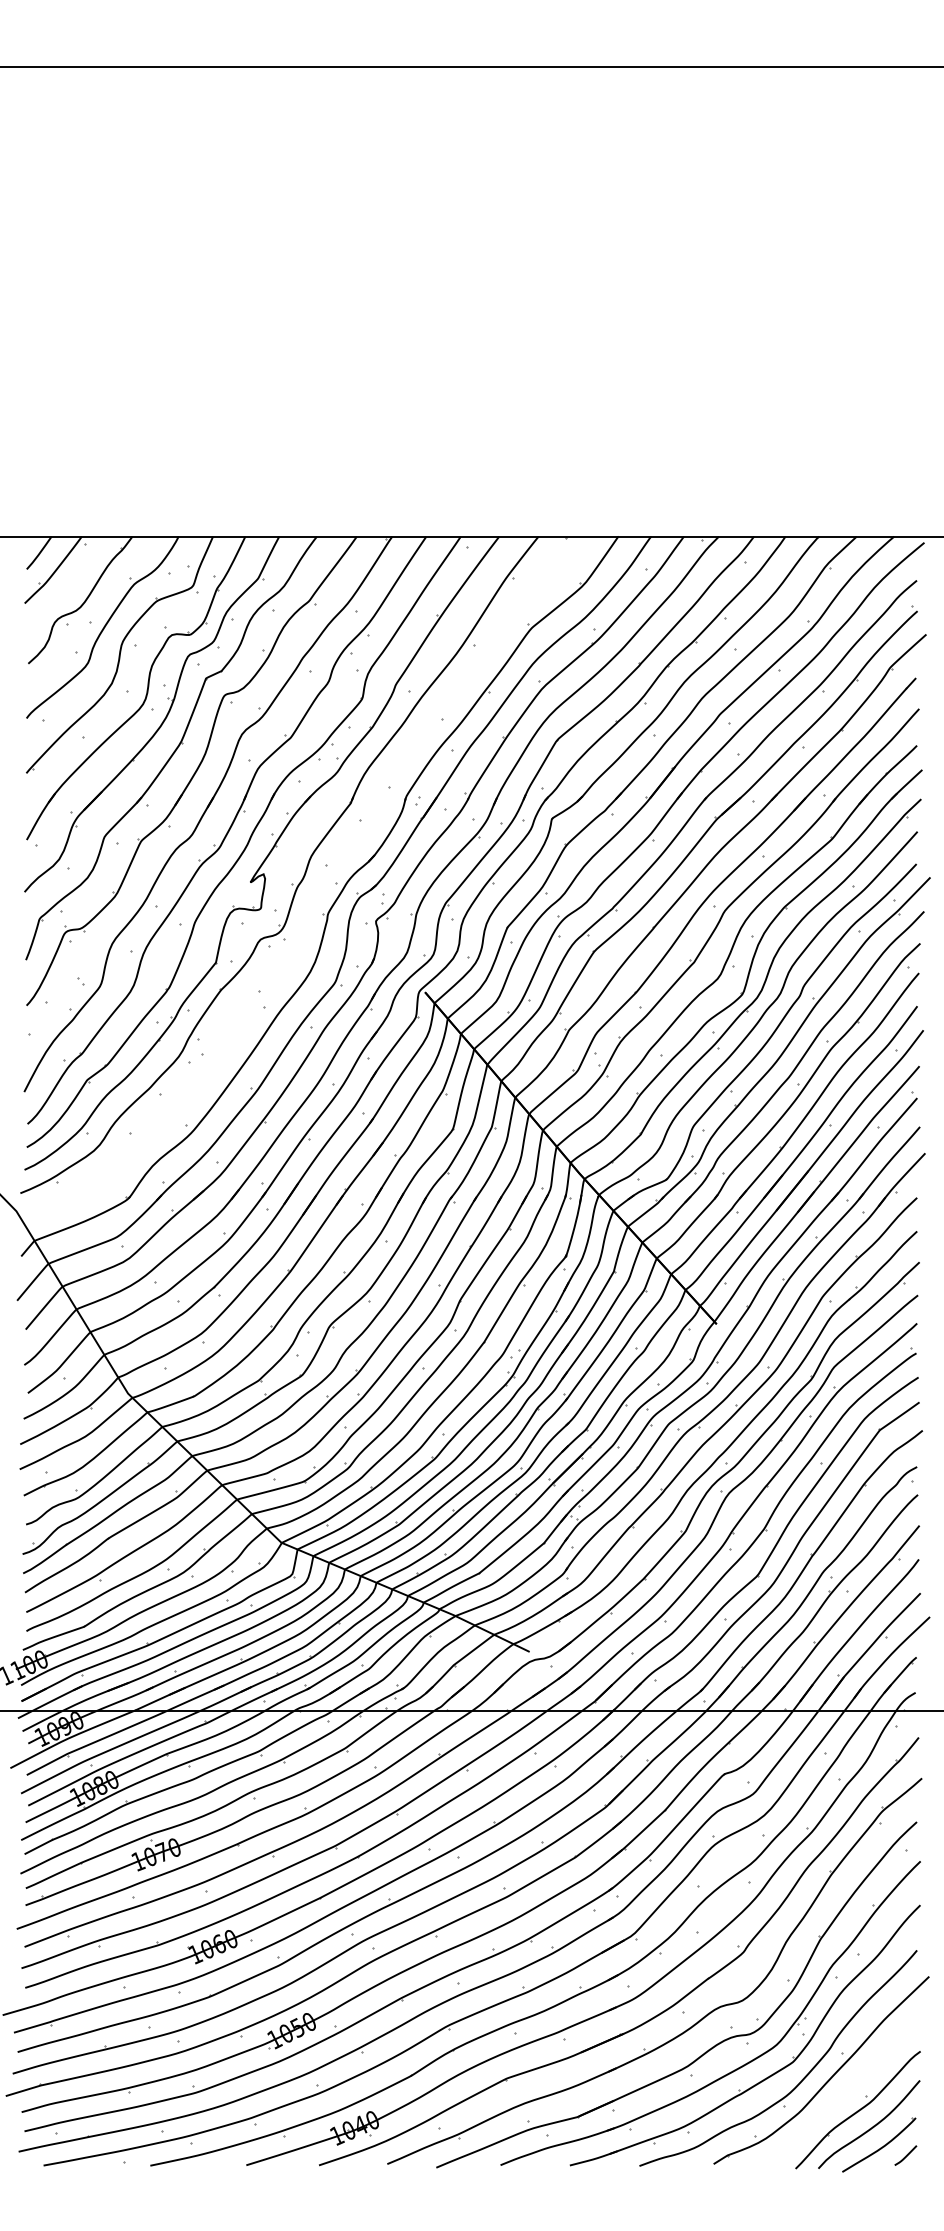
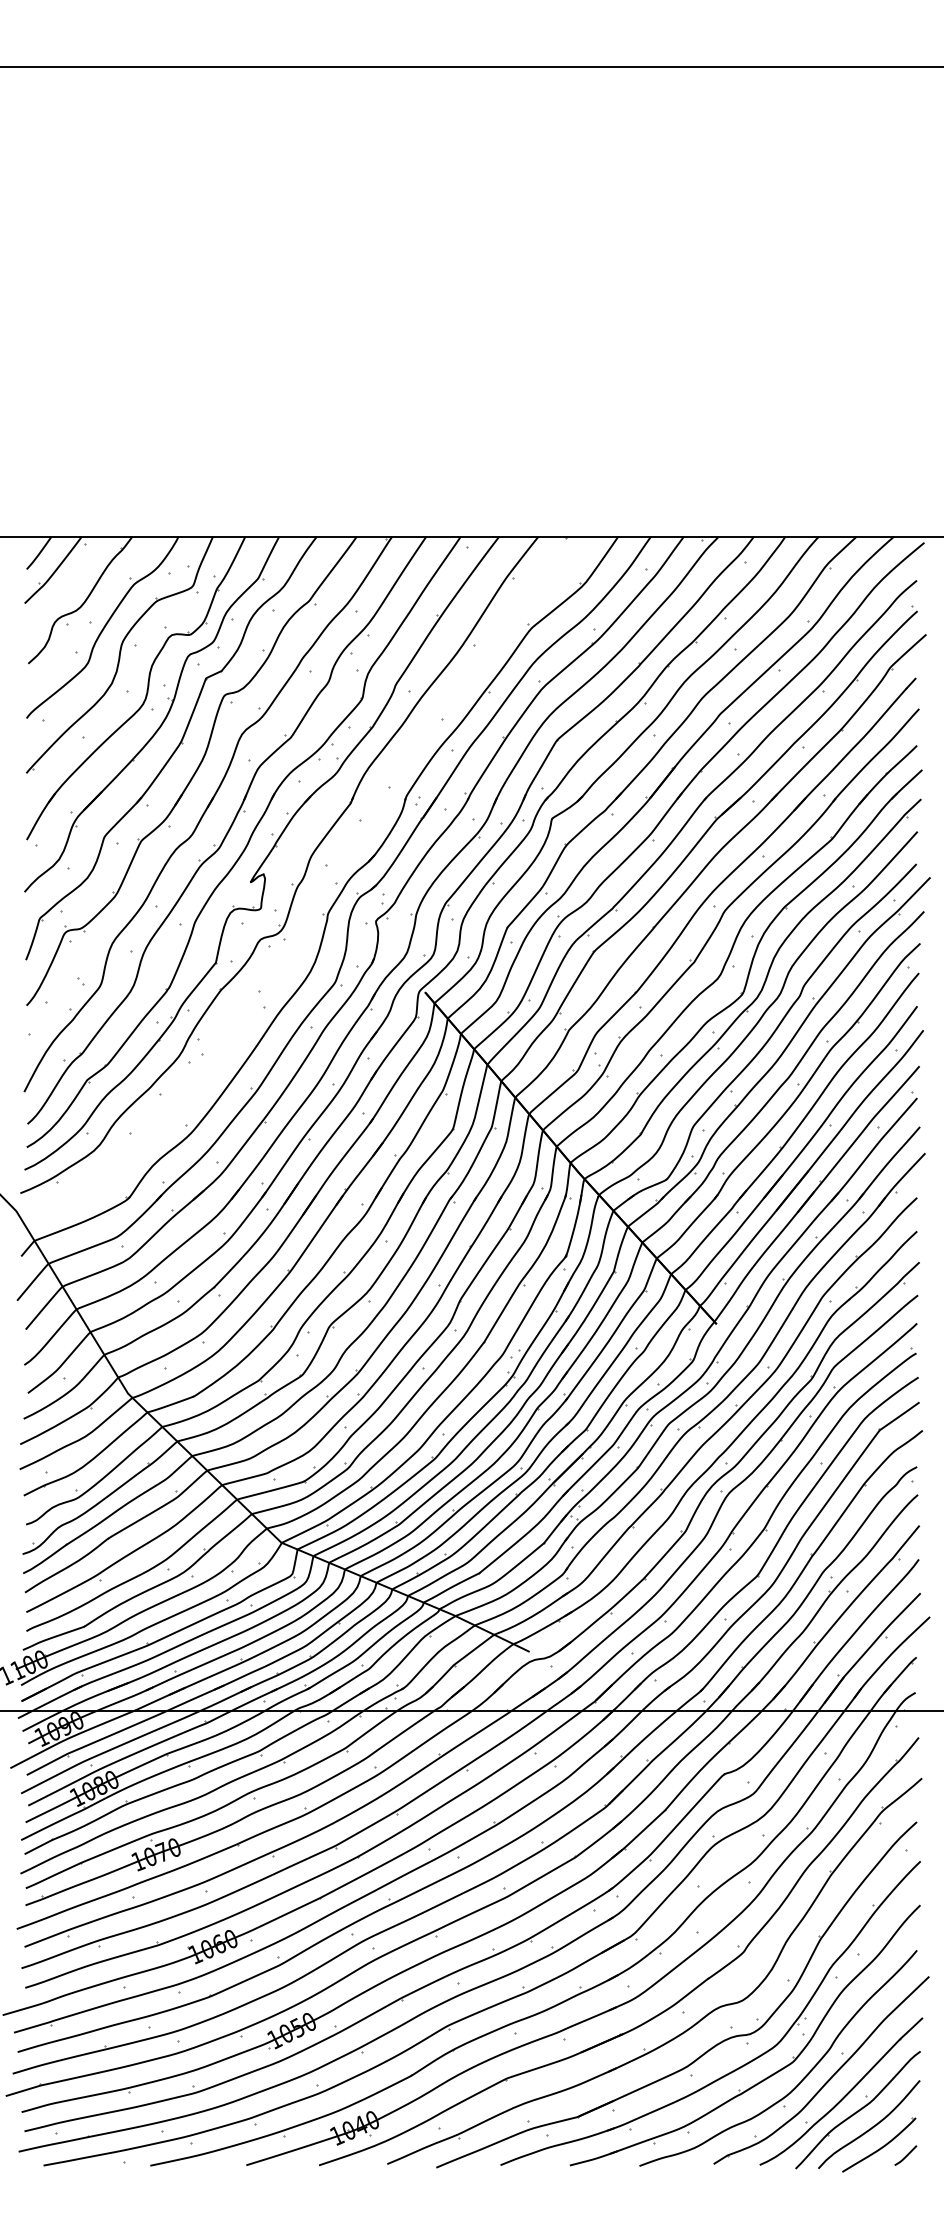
part at (841, 2091): none -> present
